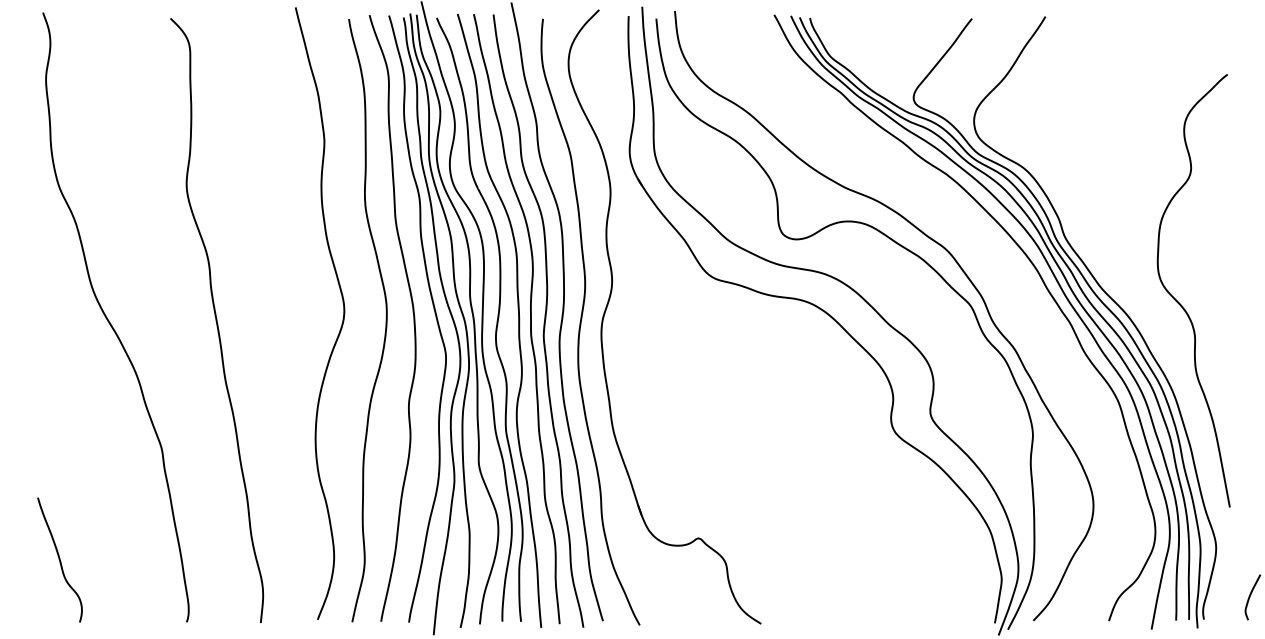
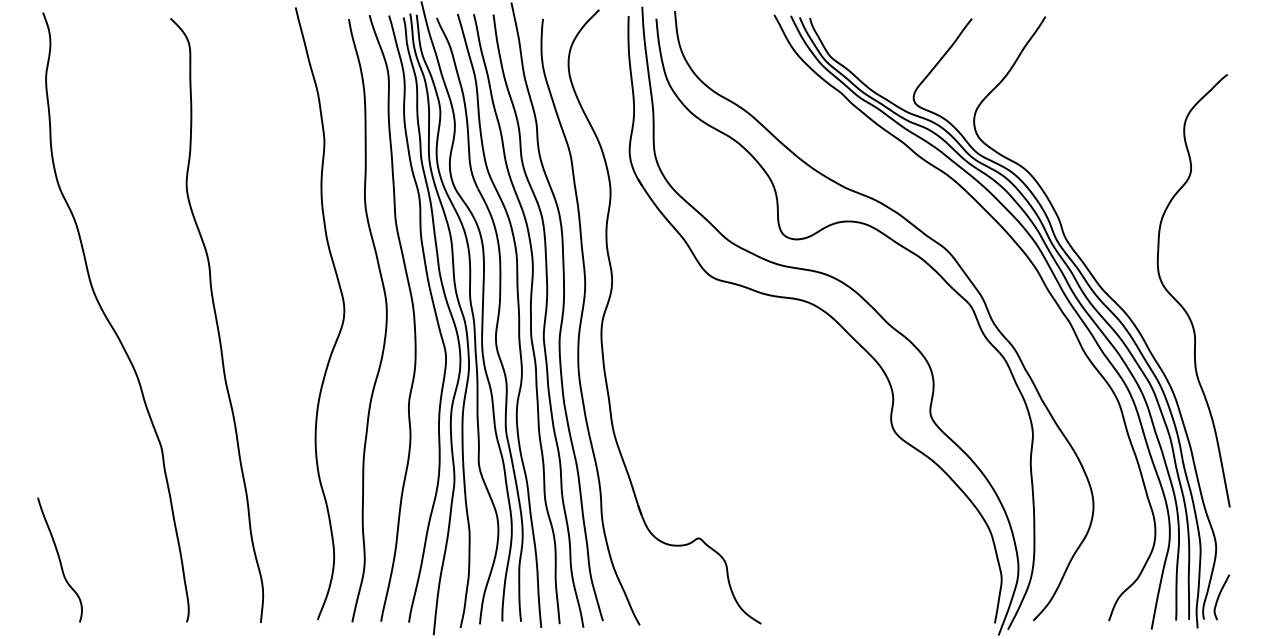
curve at (1250, 597) position: (1250, 597) -> (1219, 597)
